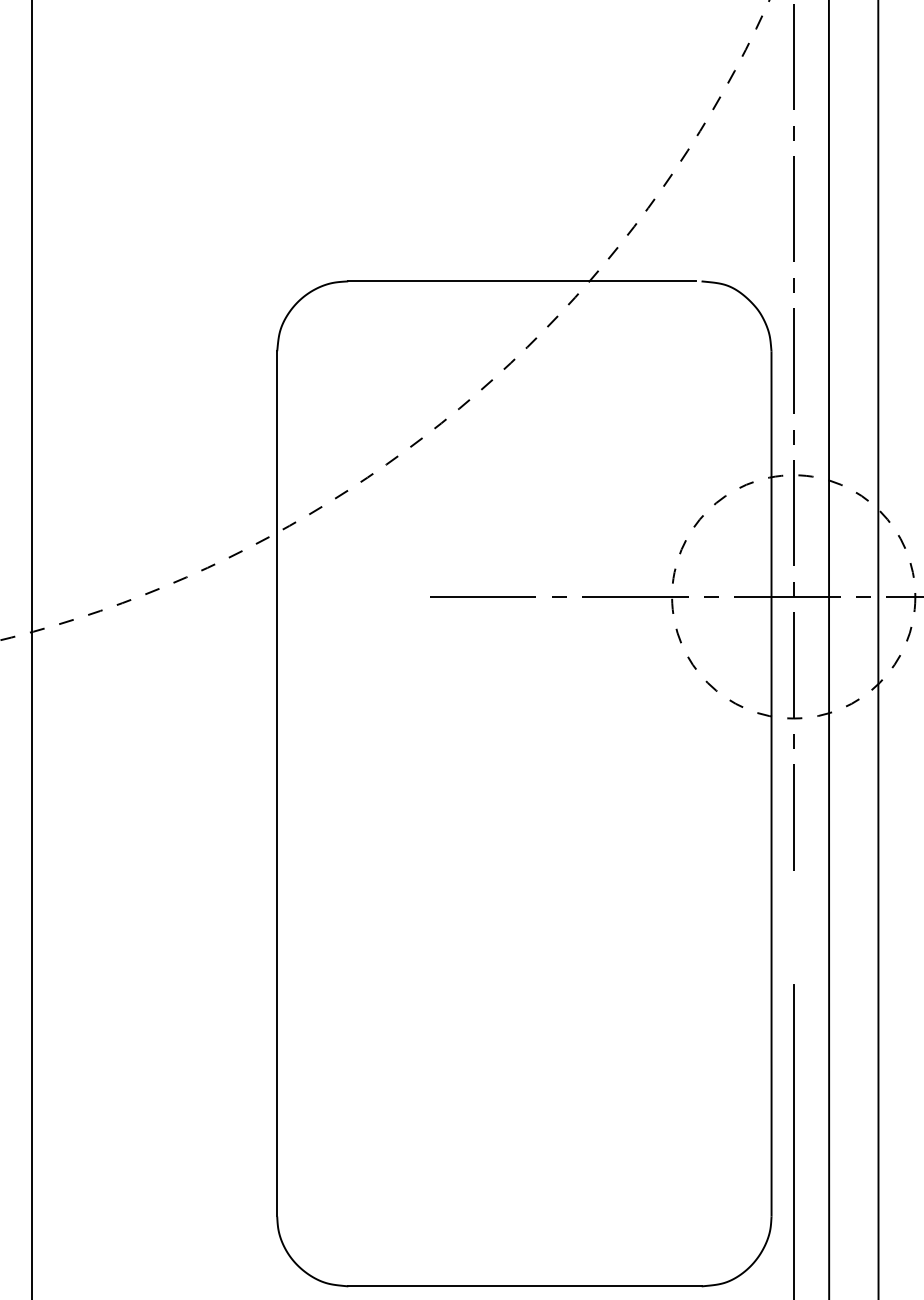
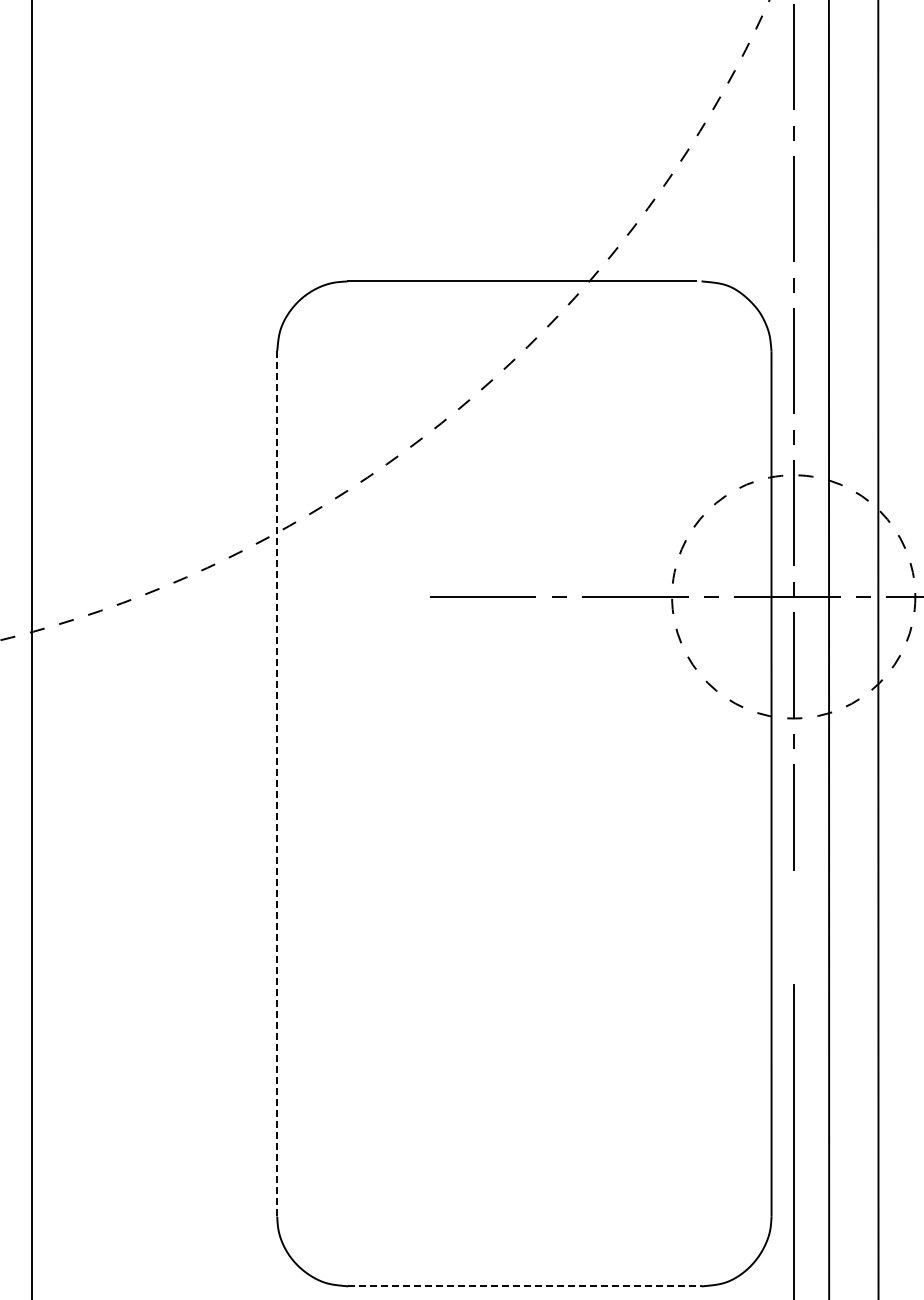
line at (277, 783): solid -> dashed
line at (524, 1286): solid -> dashed
